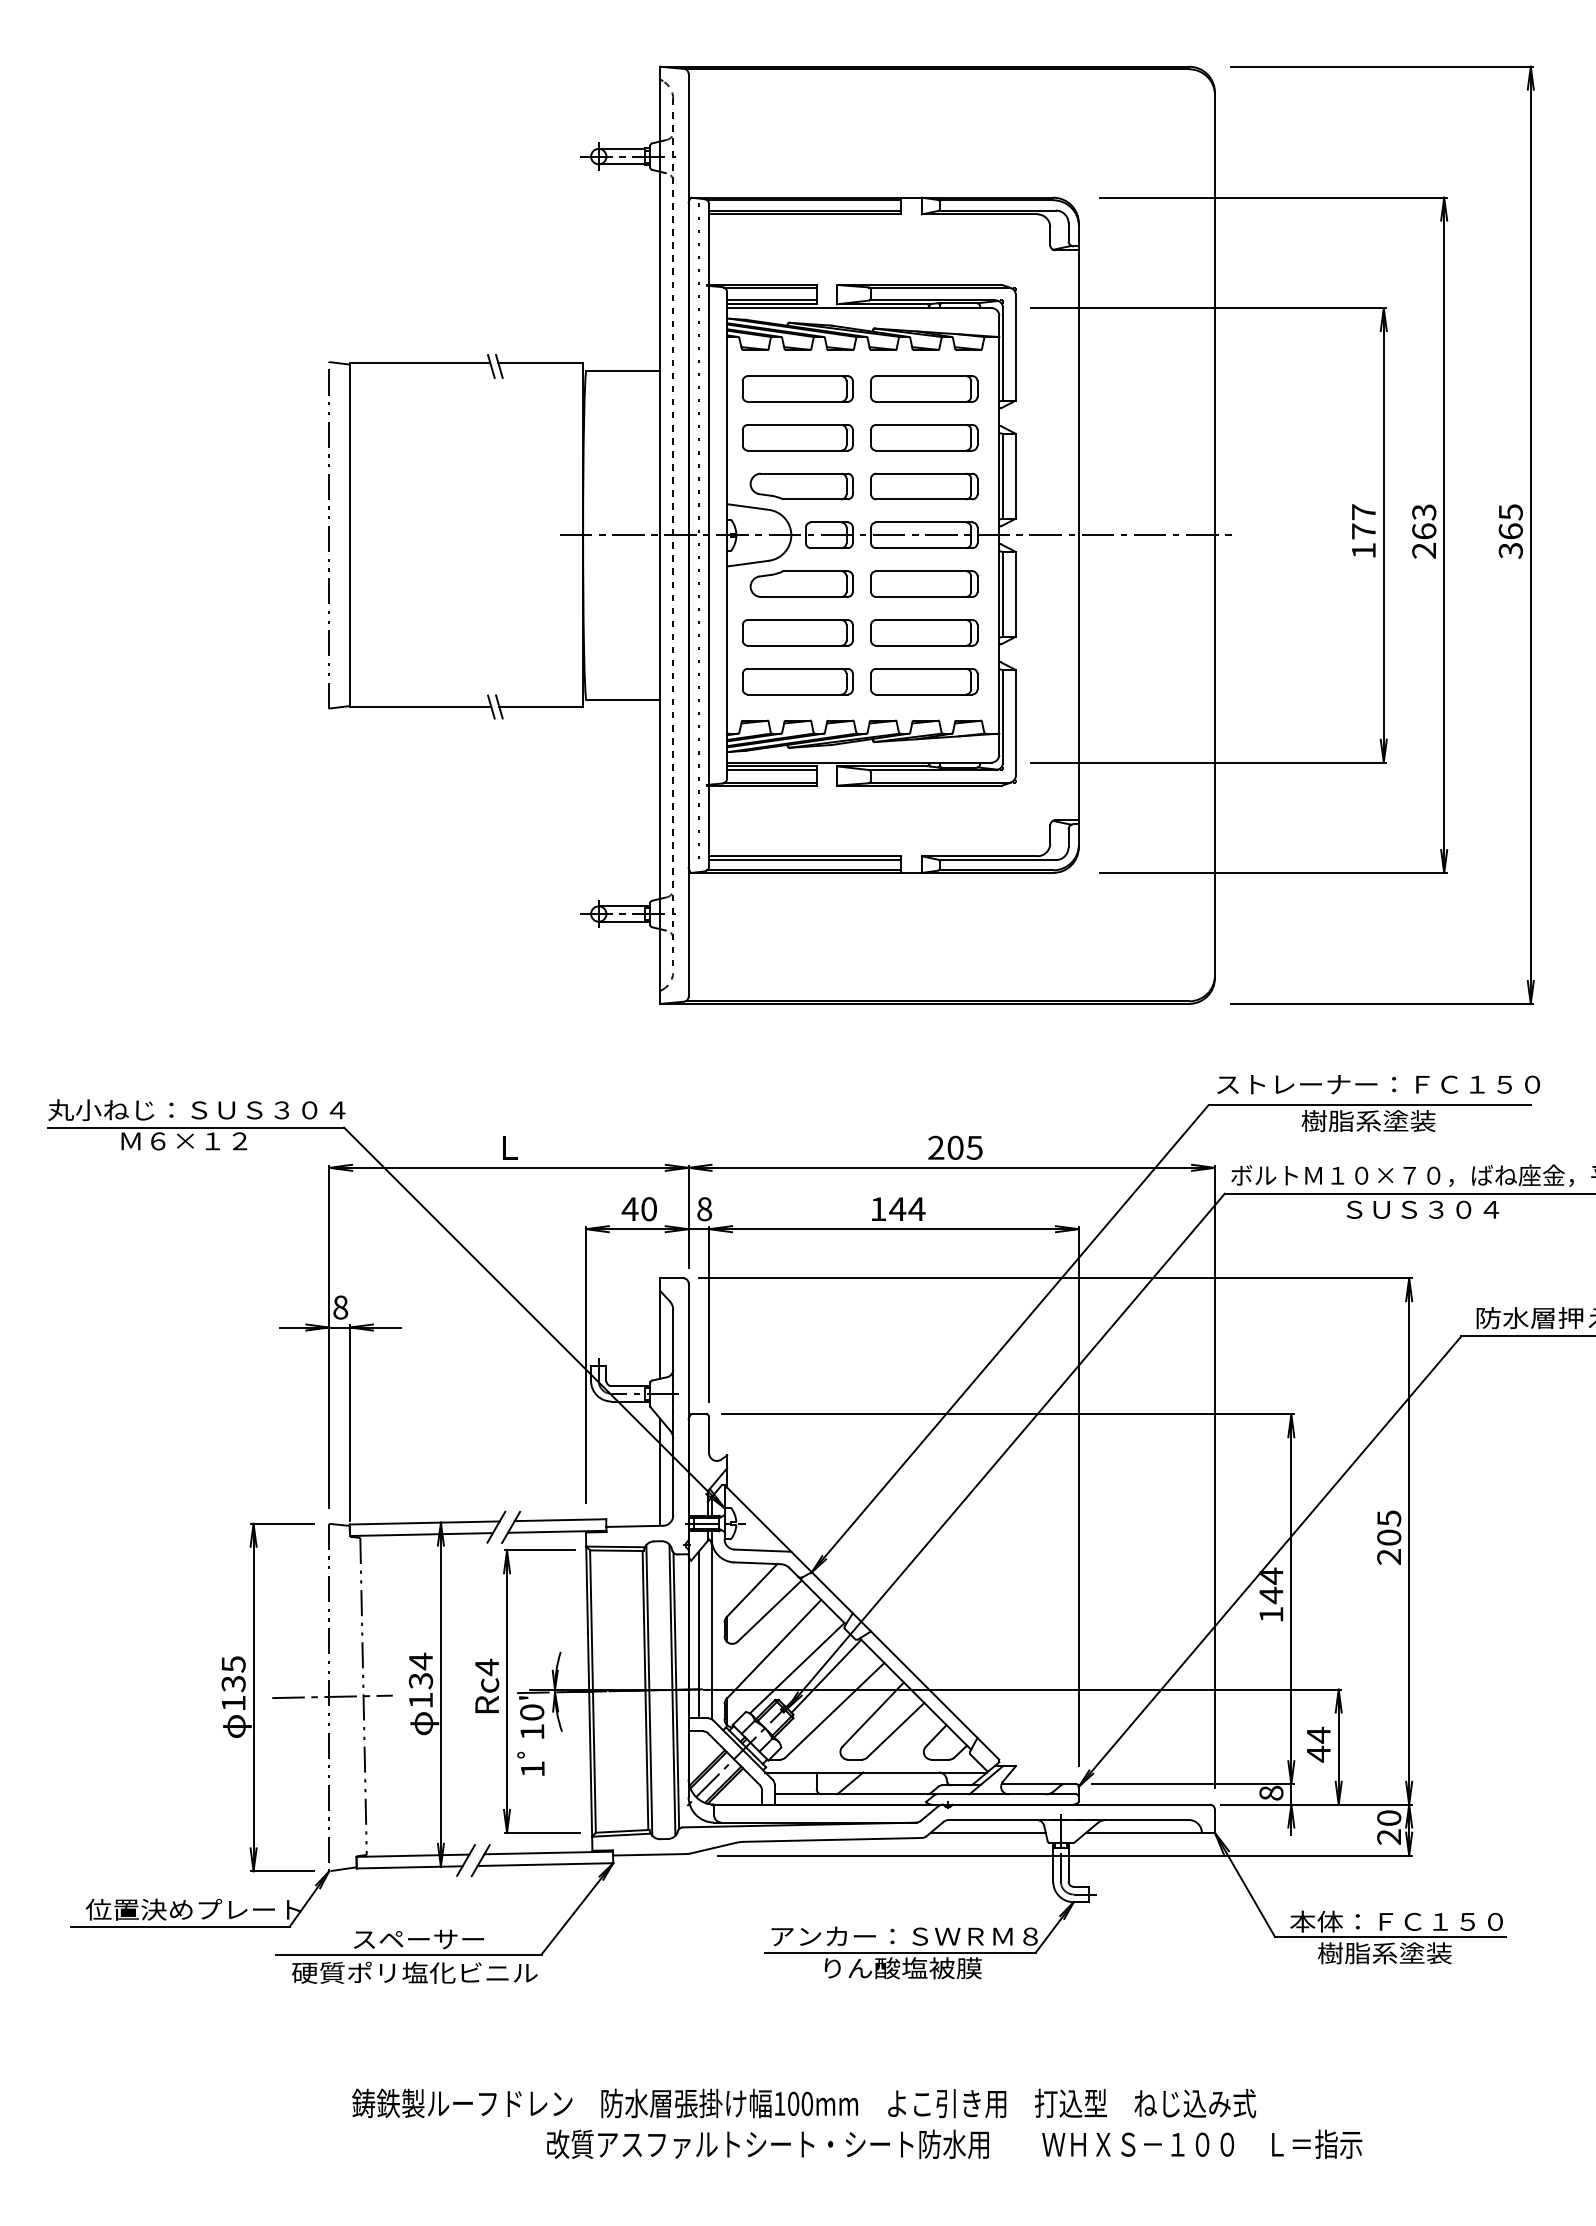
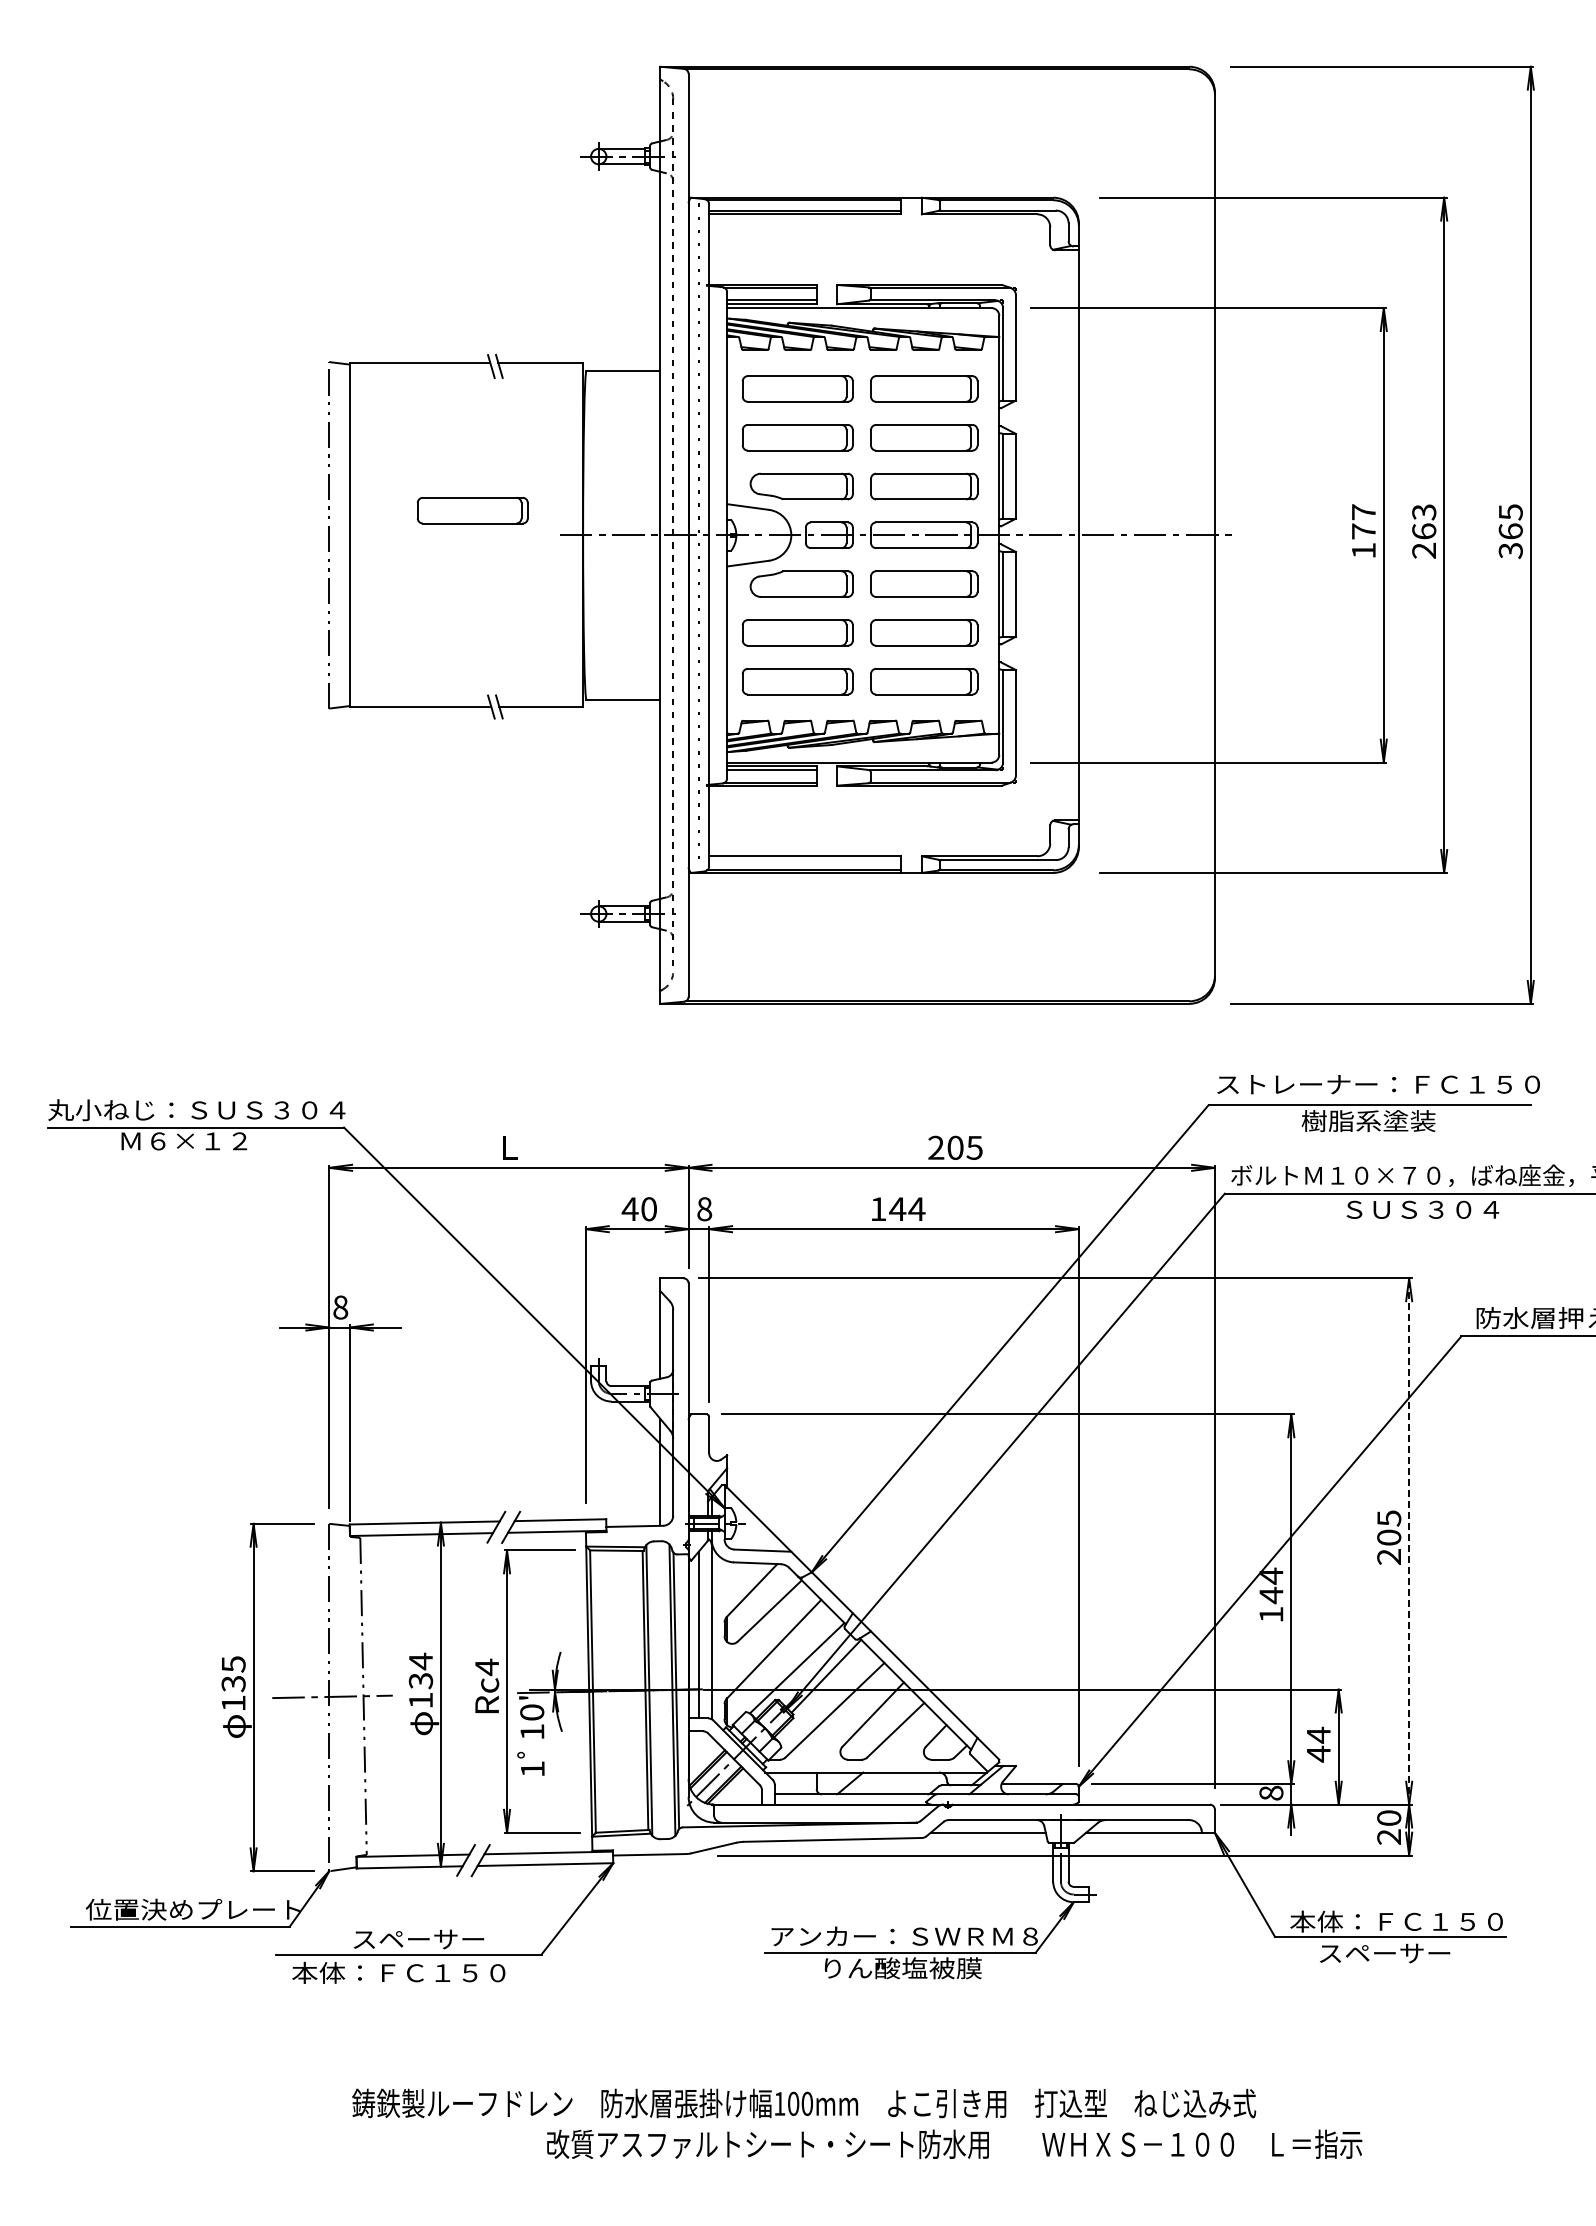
part at (472, 510): none -> present
line at (805, 860): present -> none
line at (1409, 1540): solid -> dashed
text at (1384, 1953): 樹脂系塗装 -> スペーサー
text at (414, 1972): 硬質ポリ塩化ビニル -> 本体：ＦＣ１５０
